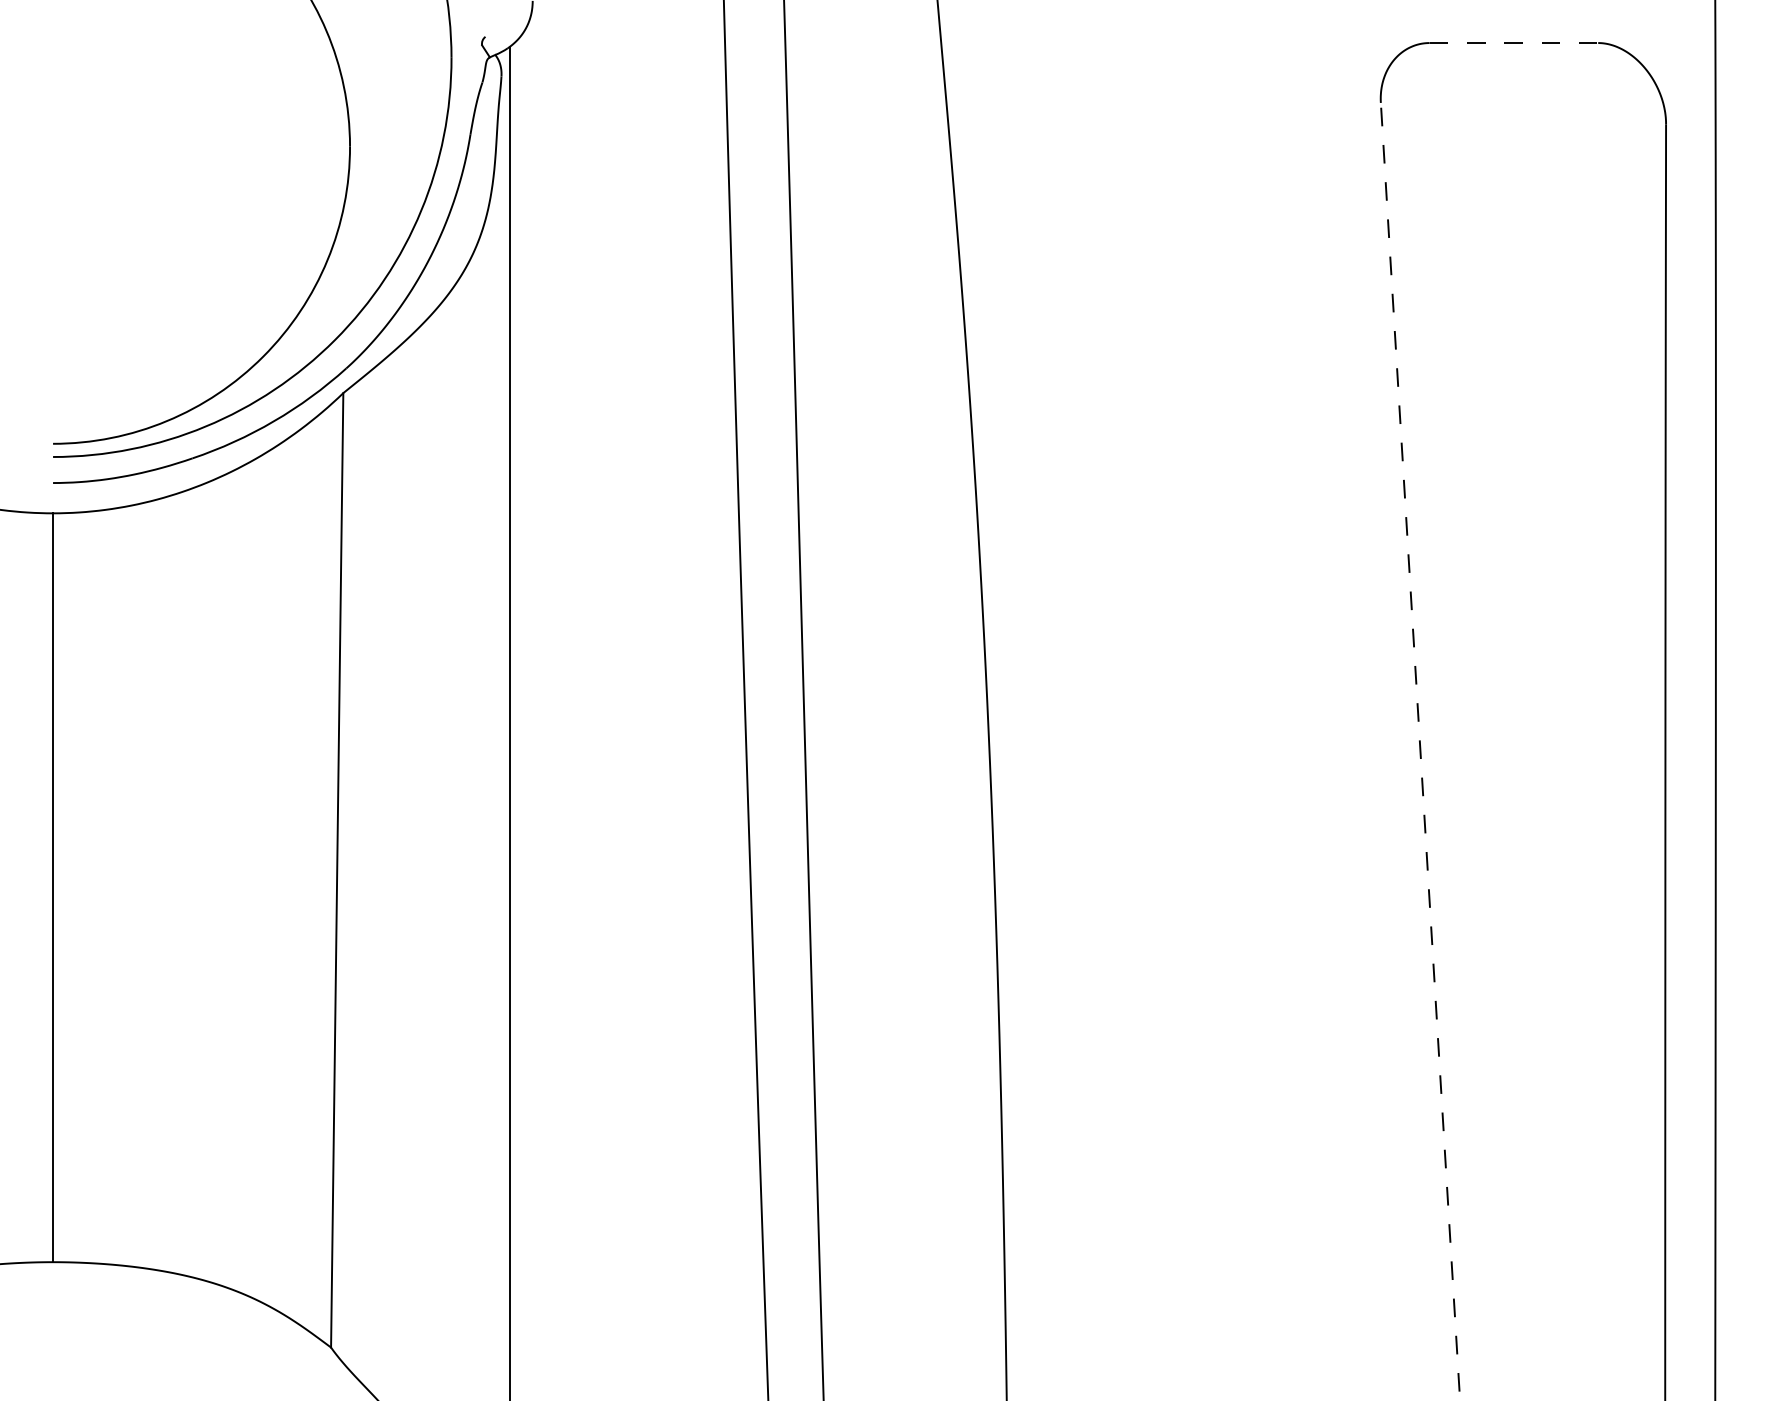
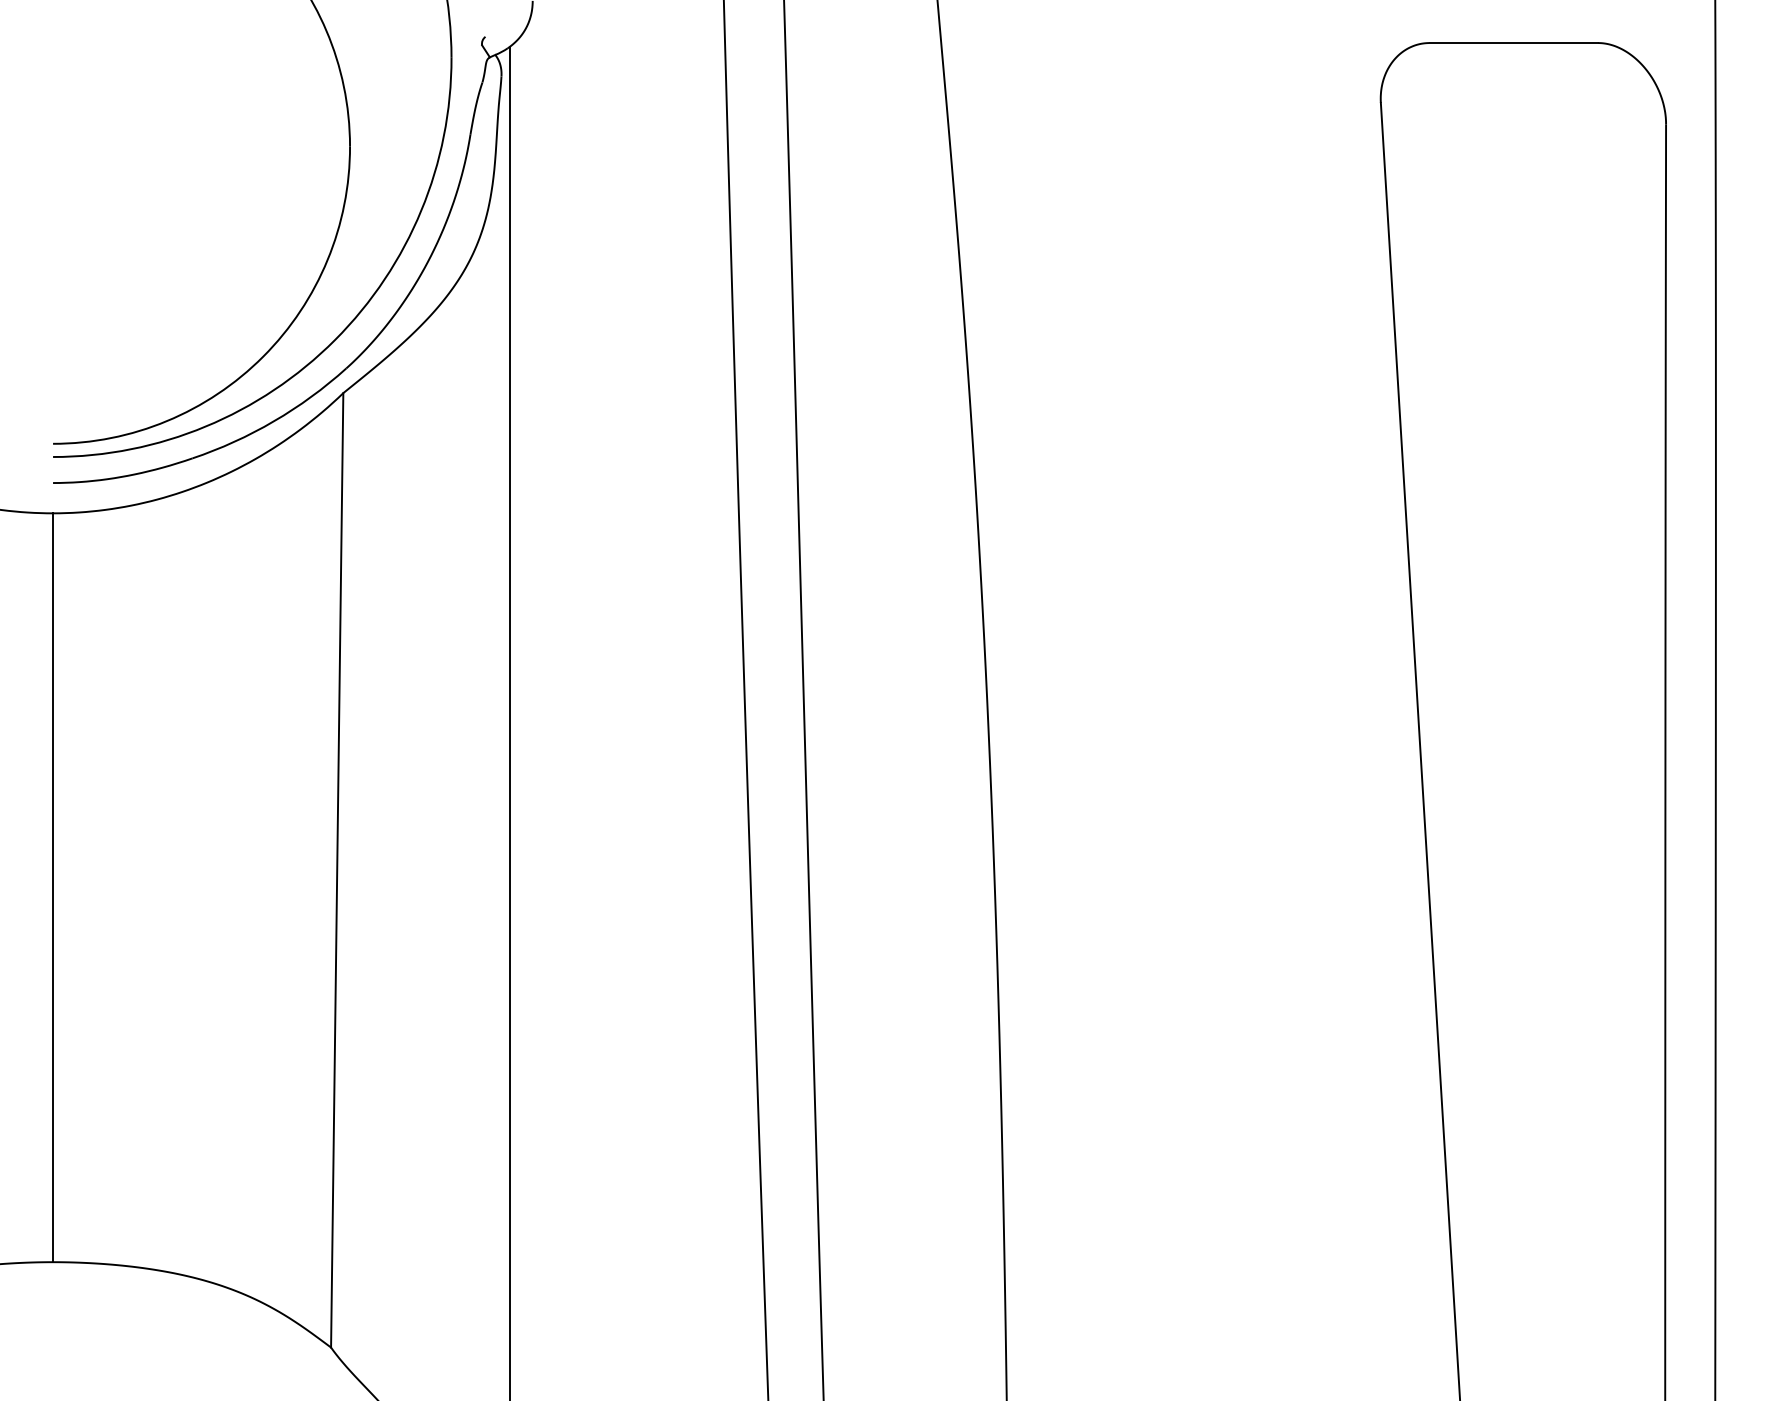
line at (1514, 43): dashed -> solid
line at (1420, 751): dashed -> solid
